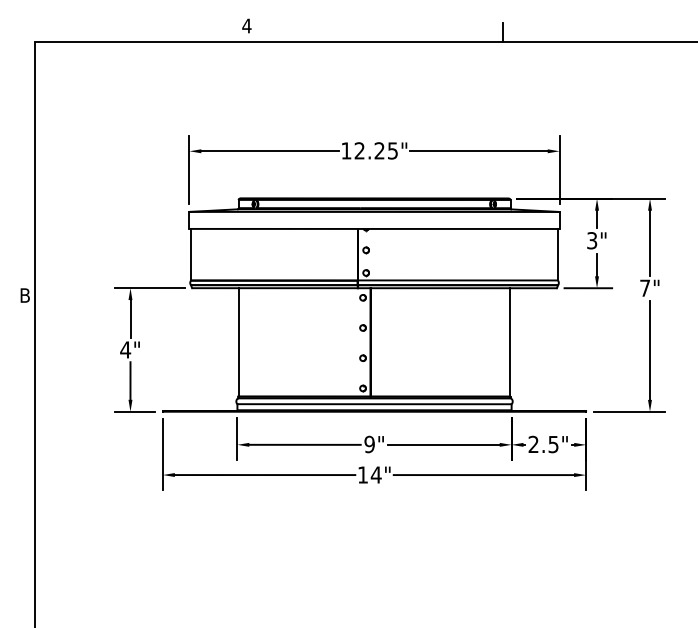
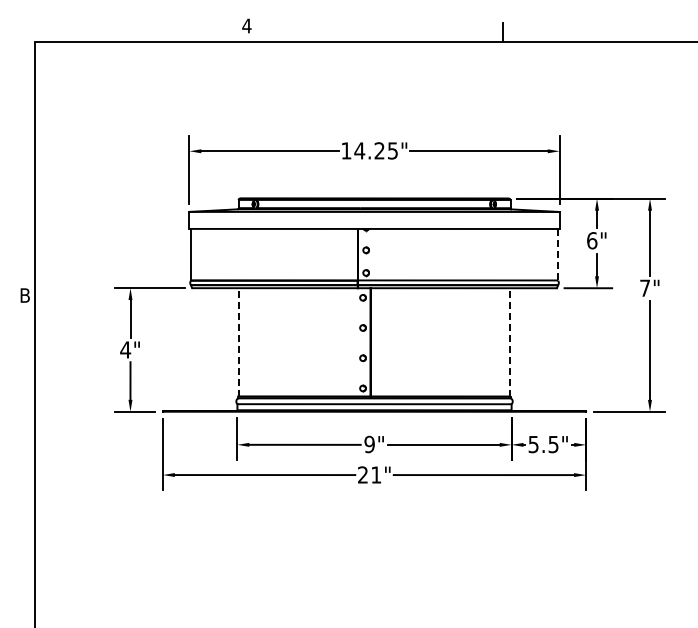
text at (359, 150): 12.25" -> 14.25"
text at (592, 240): 3" -> 6"
line at (558, 254): solid -> dashed
line at (239, 341): solid -> dashed
line at (509, 341): solid -> dashed
text at (533, 444): 2.5" -> 5.5"
text at (369, 474): 14" -> 21"
